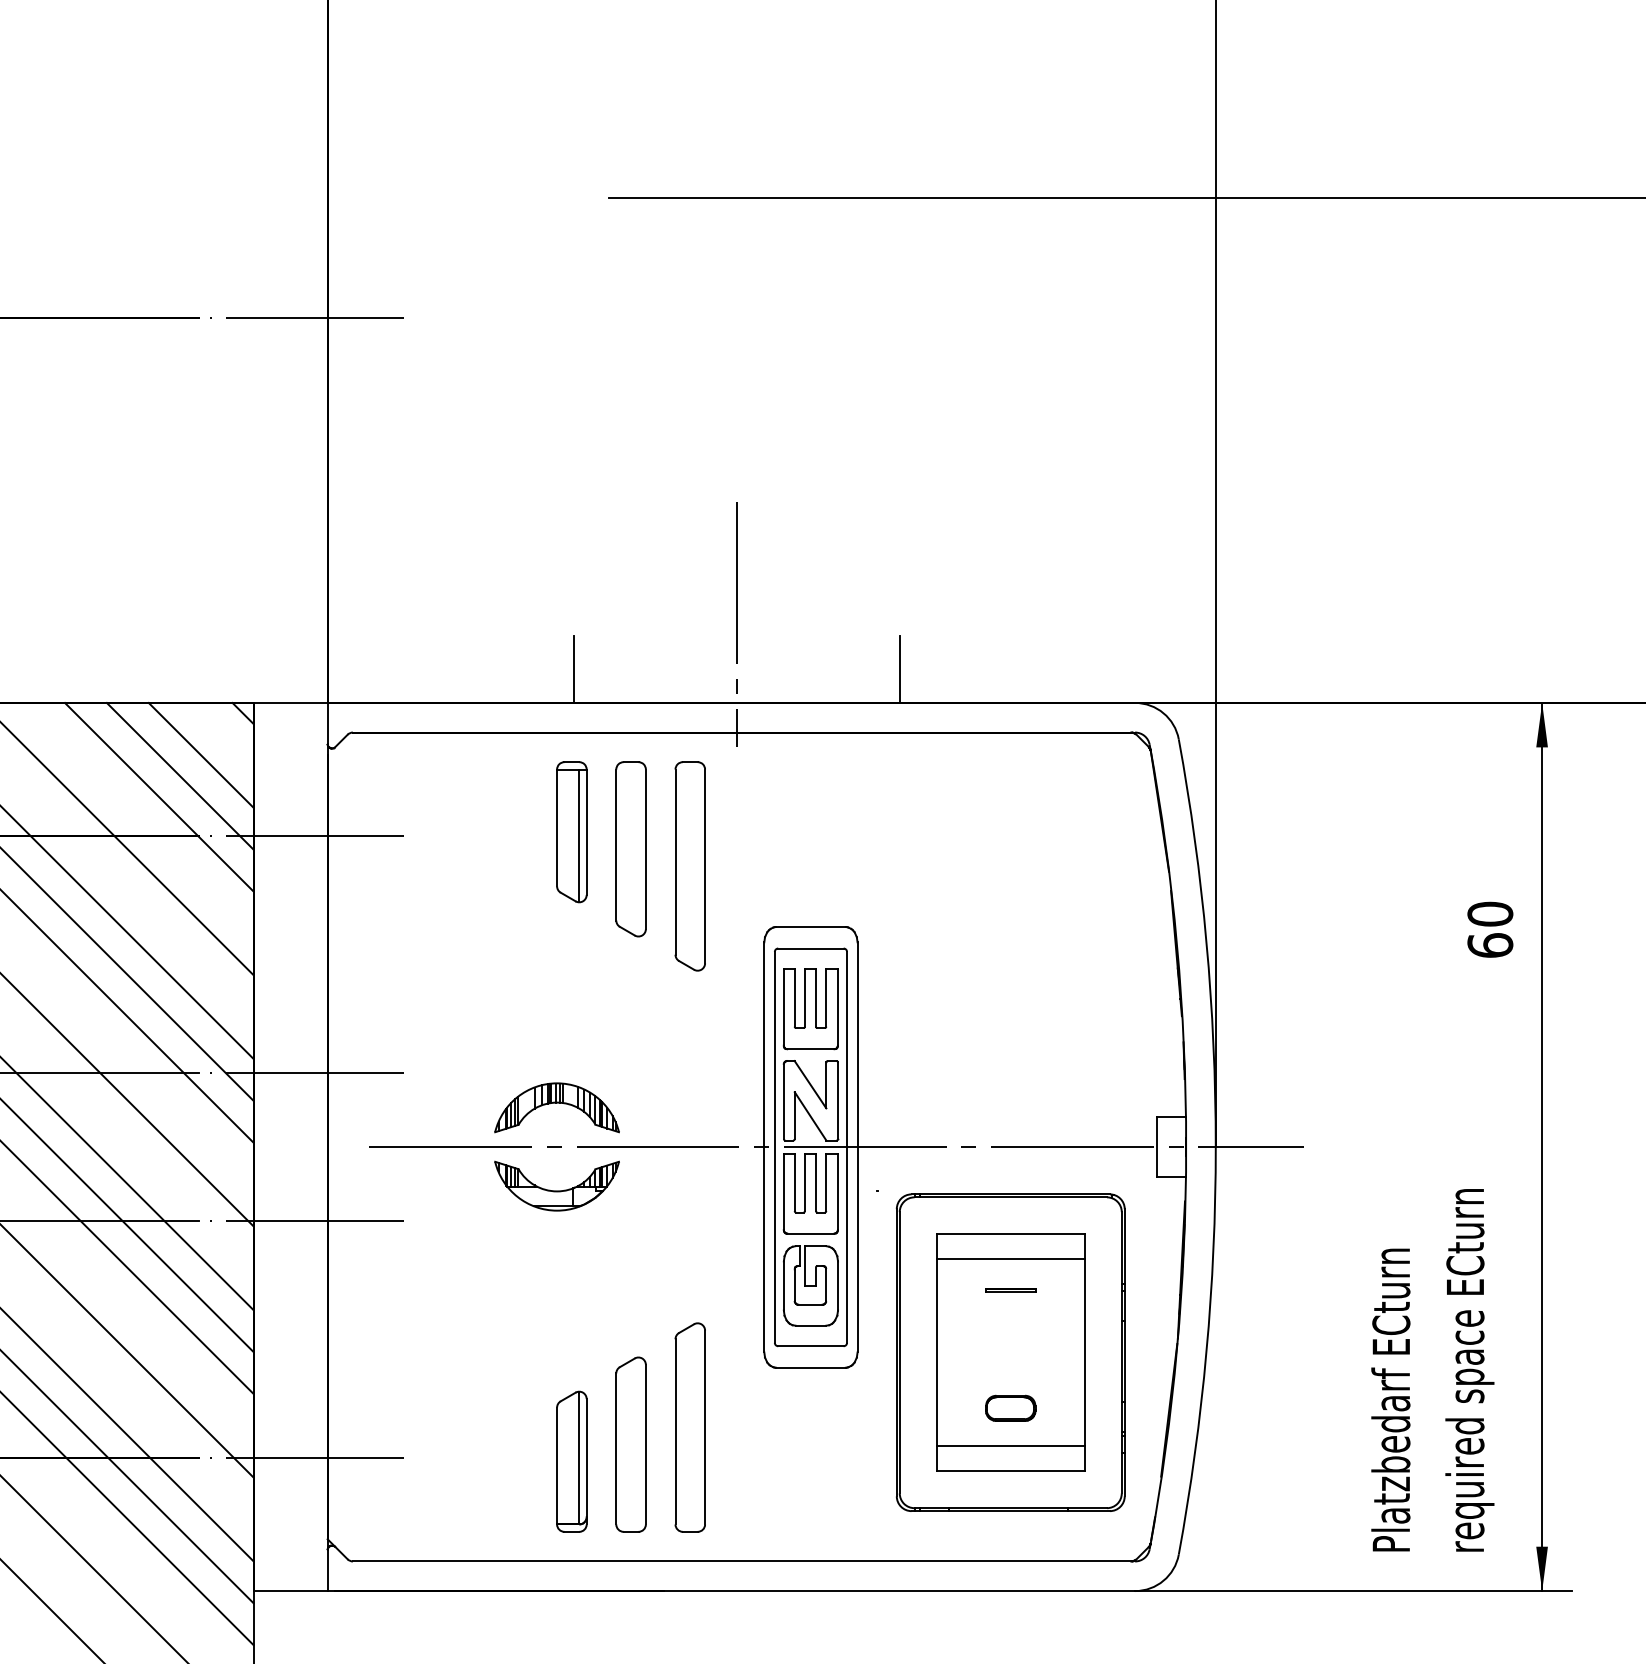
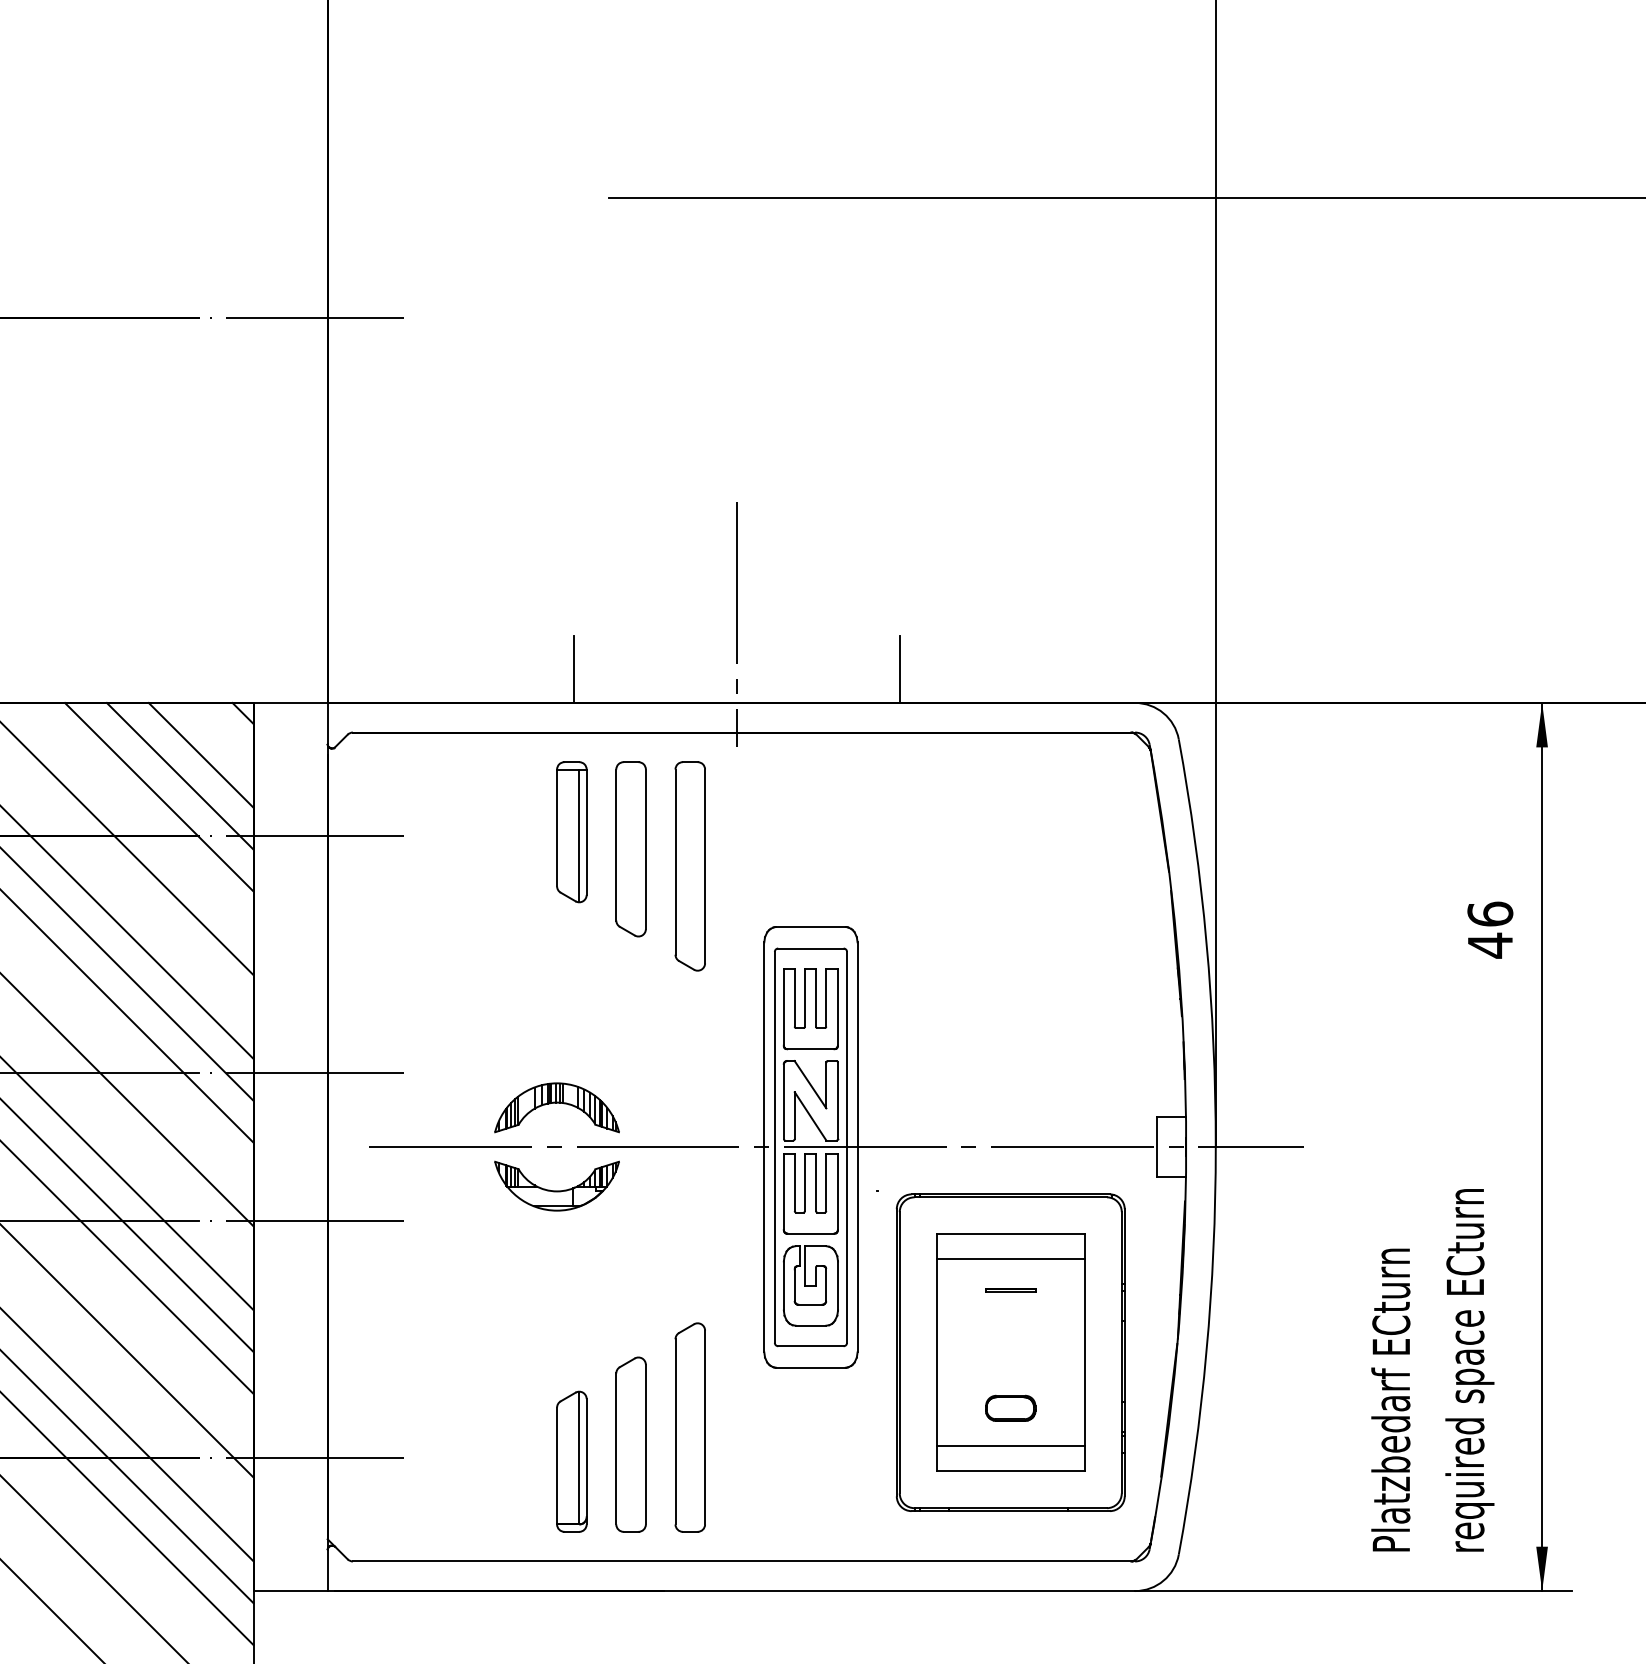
text at (1490, 929): 60 -> 46
